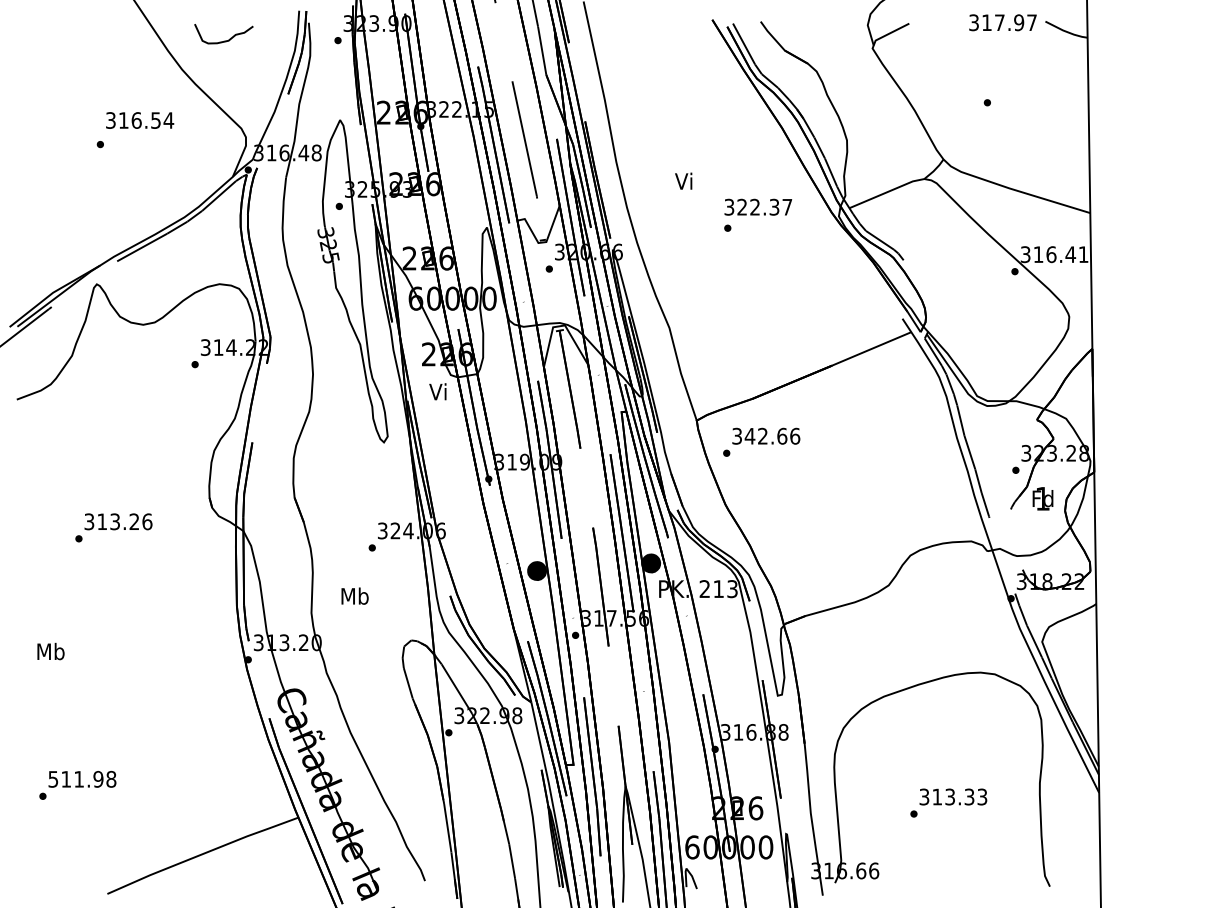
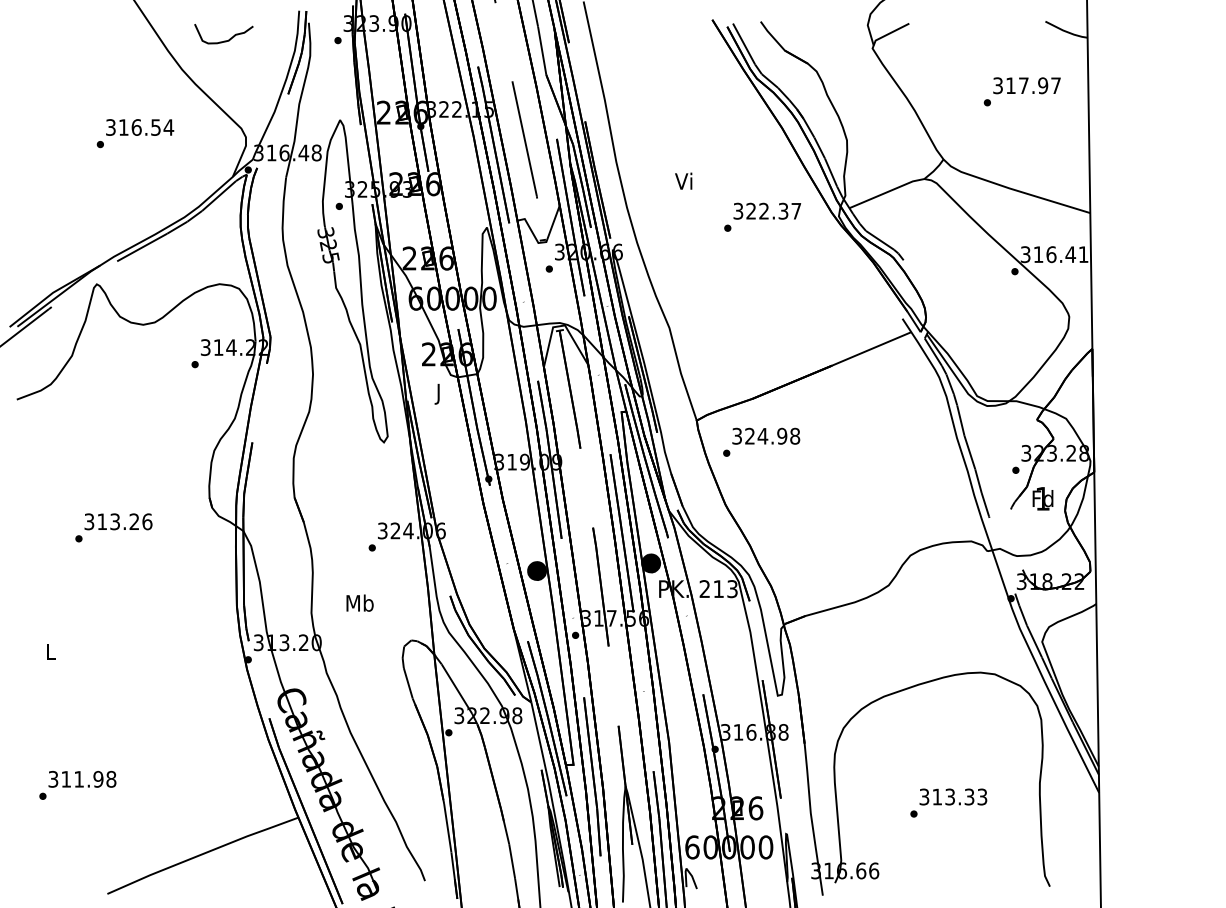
text at (1002, 22) position: (1002, 22) -> (1026, 85)
text at (140, 120) position: (140, 120) -> (140, 127)
text at (758, 206) position: (758, 206) -> (767, 210)
text at (437, 393): Vi -> J
text at (772, 435): 342.66 -> 324.98
text at (354, 595) position: (354, 595) -> (359, 602)
text at (50, 651): Mb -> L
text at (53, 778): 511.98 -> 311.98
